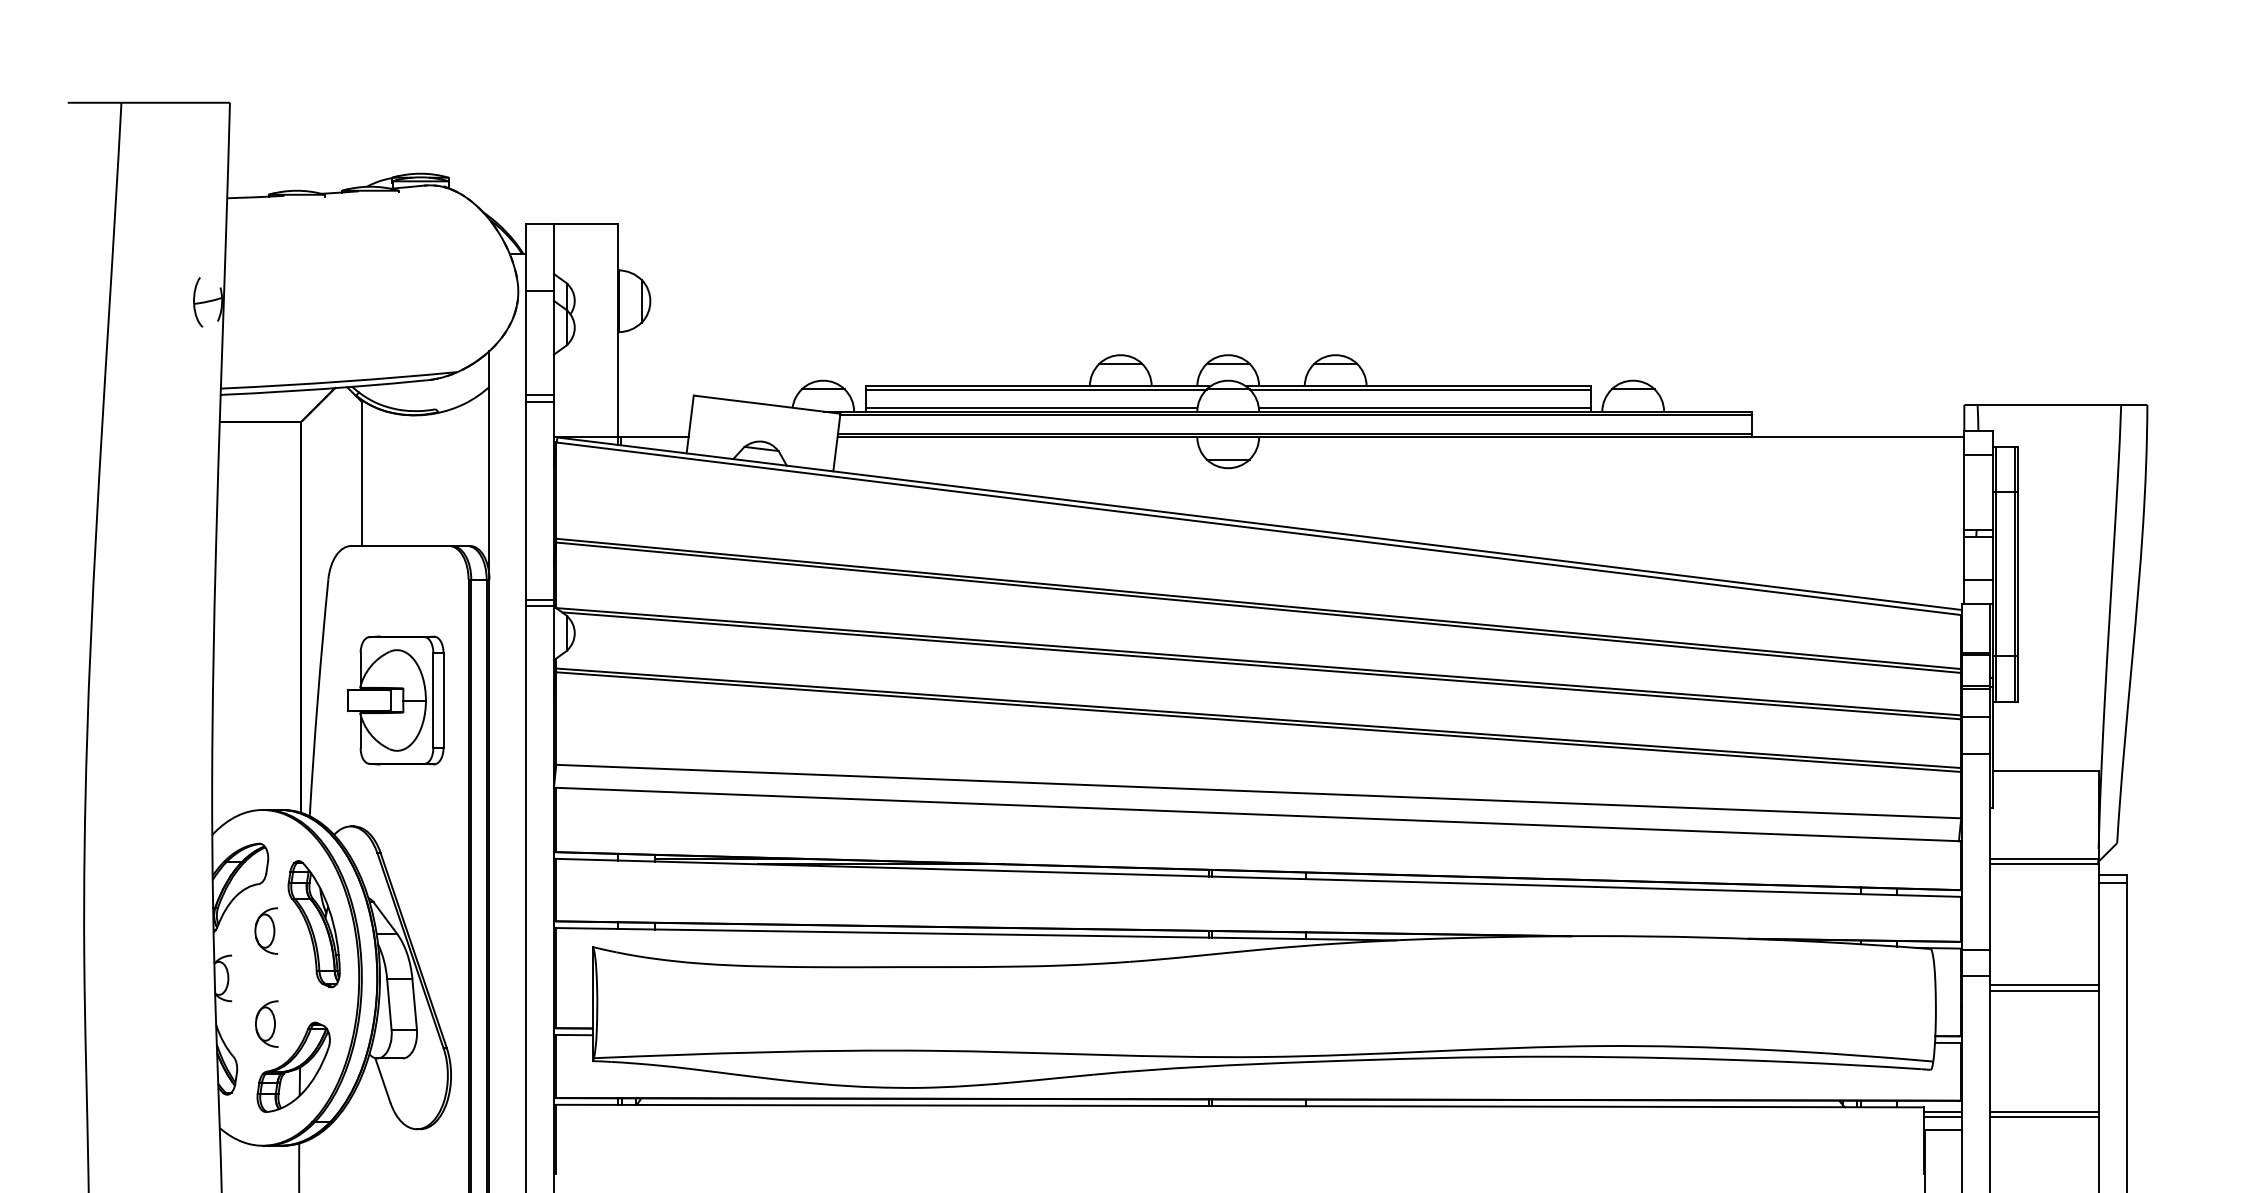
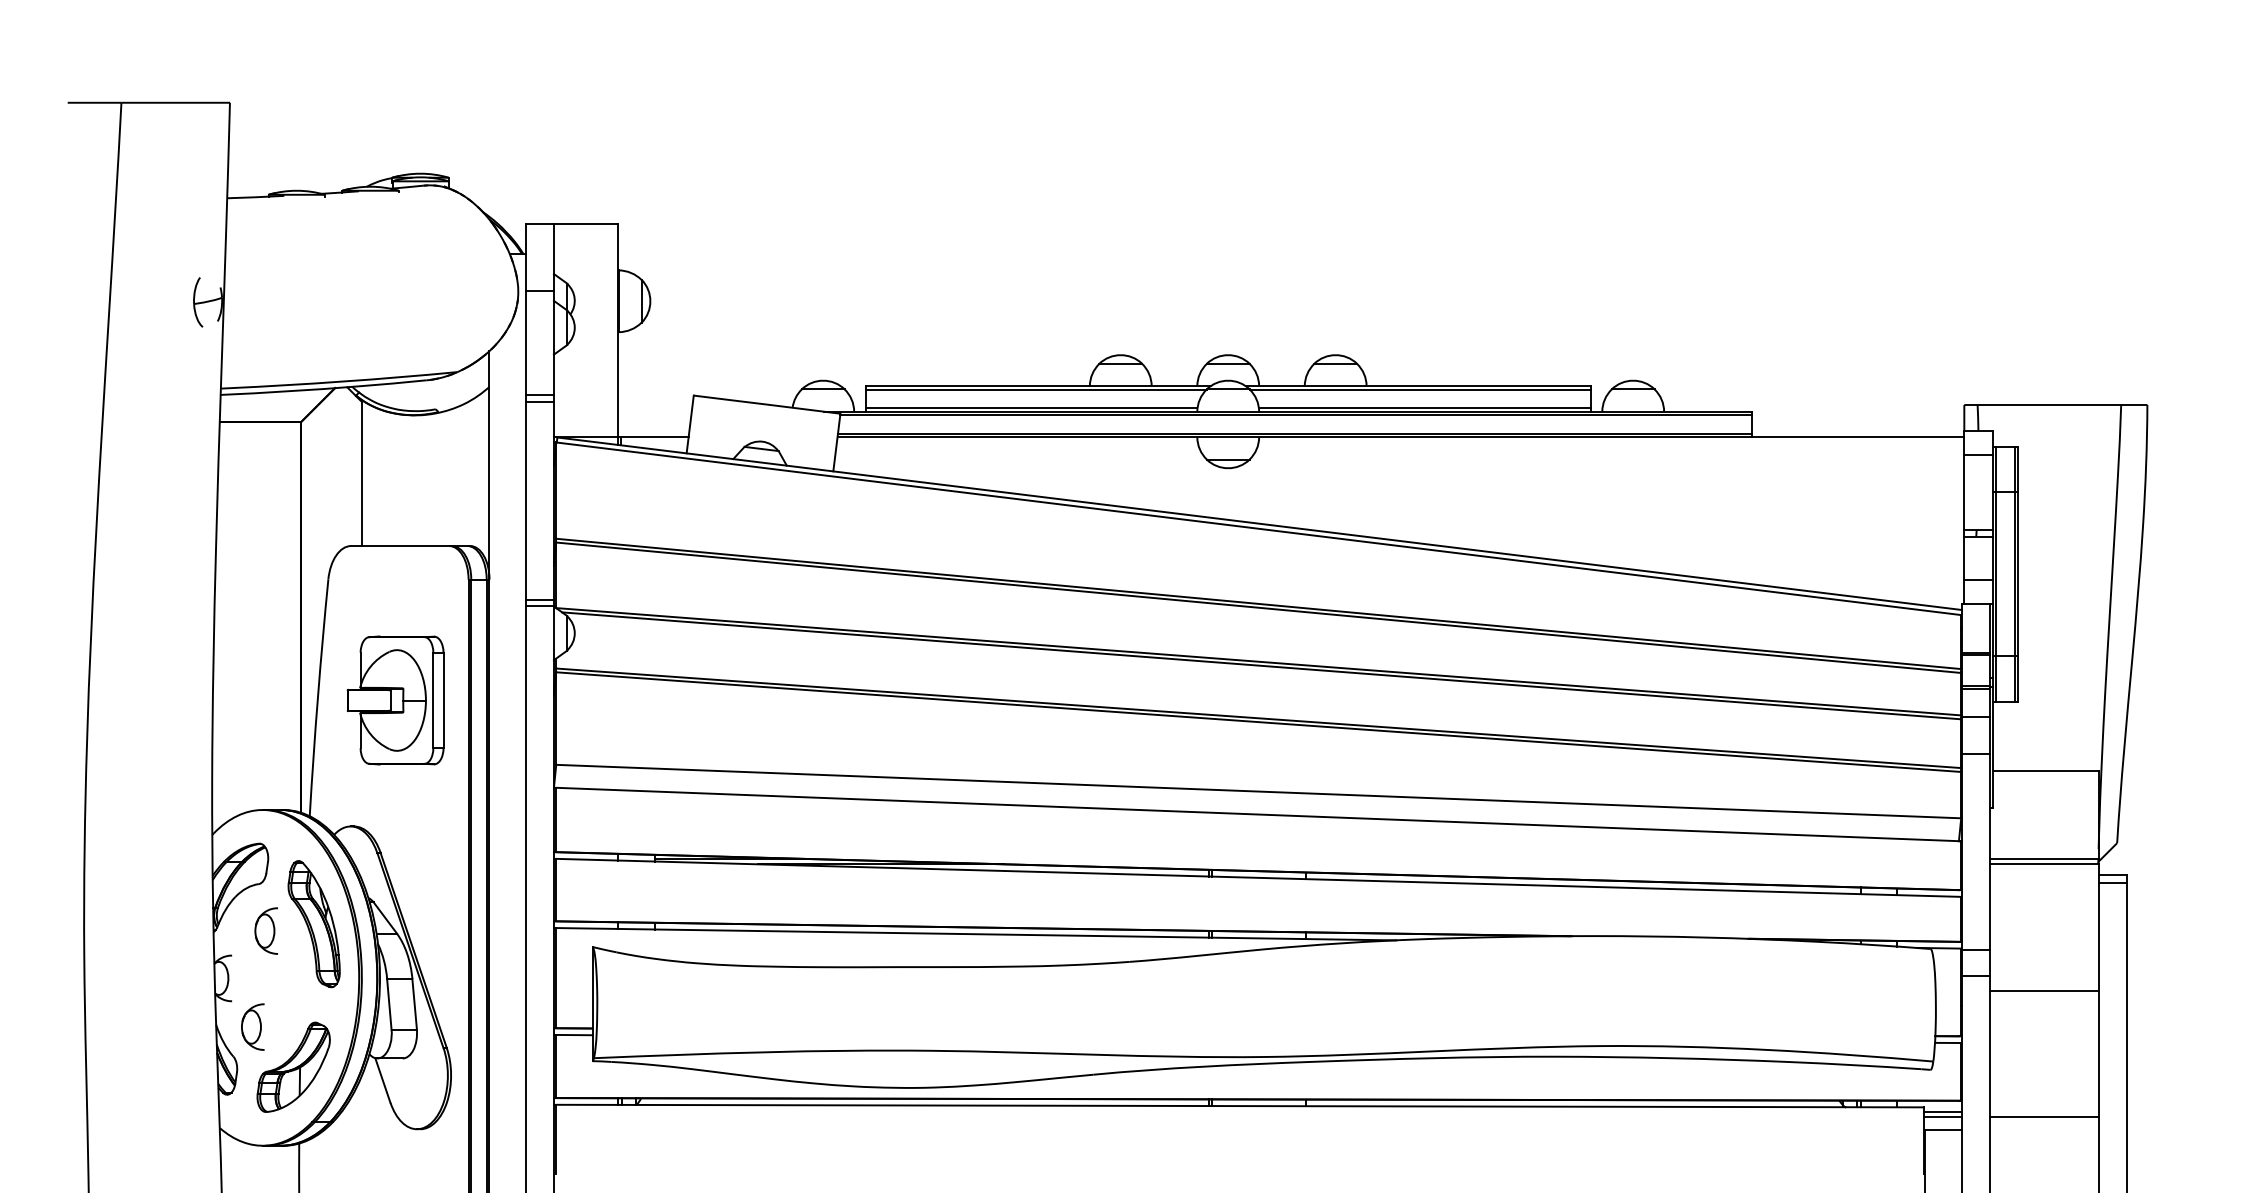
line at (2043, 985): present -> none
part at (266, 1023) position: (266, 1023) -> (252, 1026)
line at (2043, 1111): present -> none
